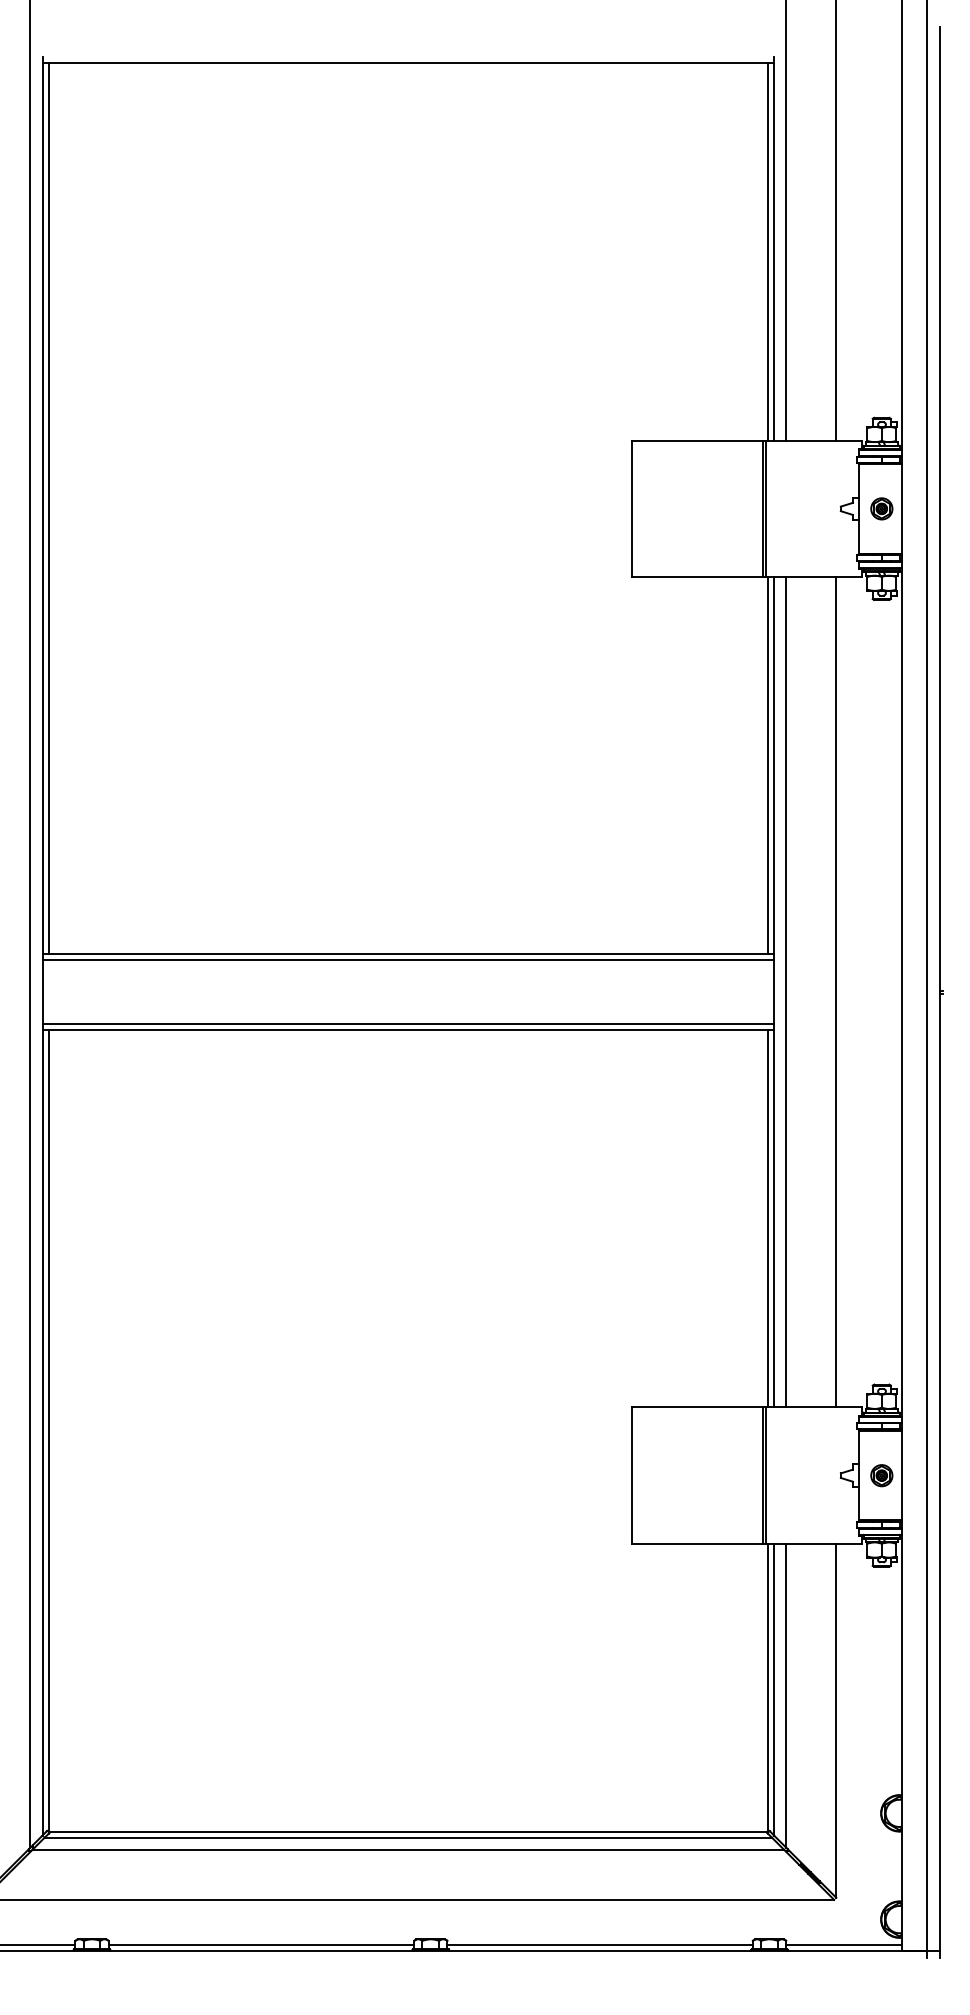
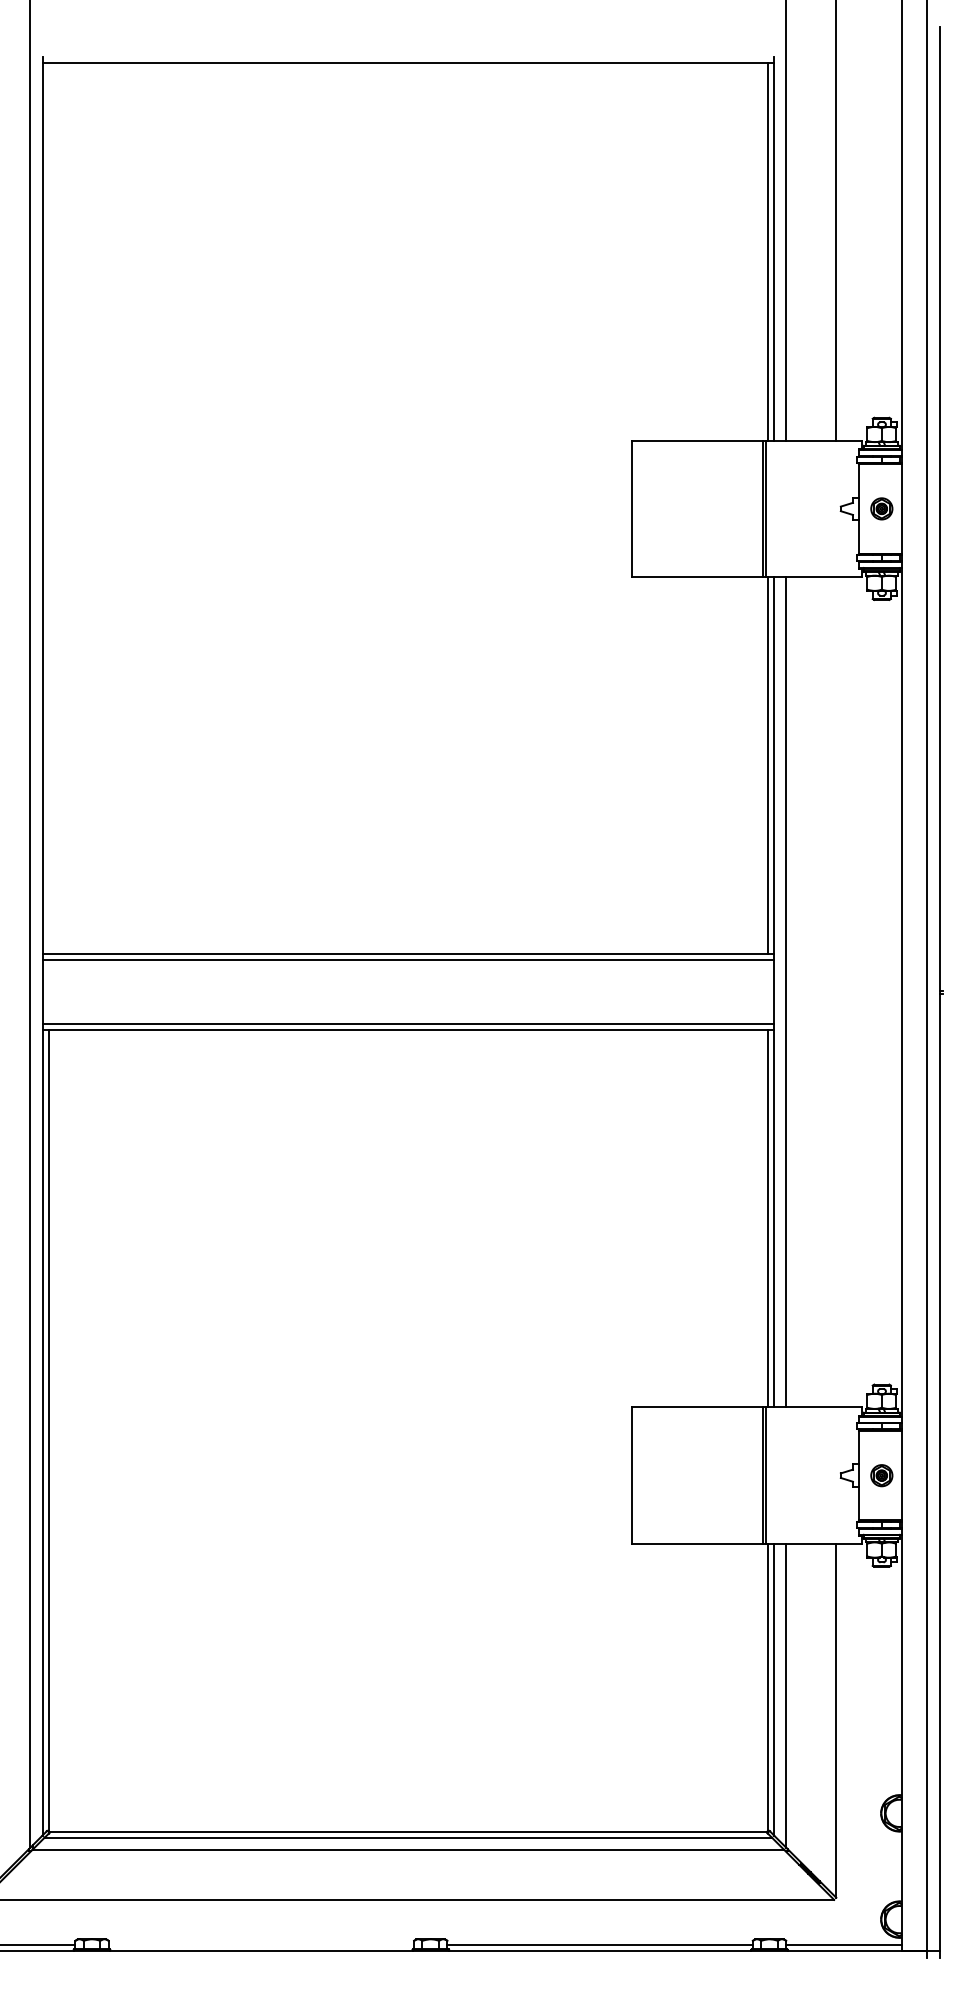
line at (48, 508): present -> none
line at (836, 992): present -> none
line at (261, 1945): present -> none
